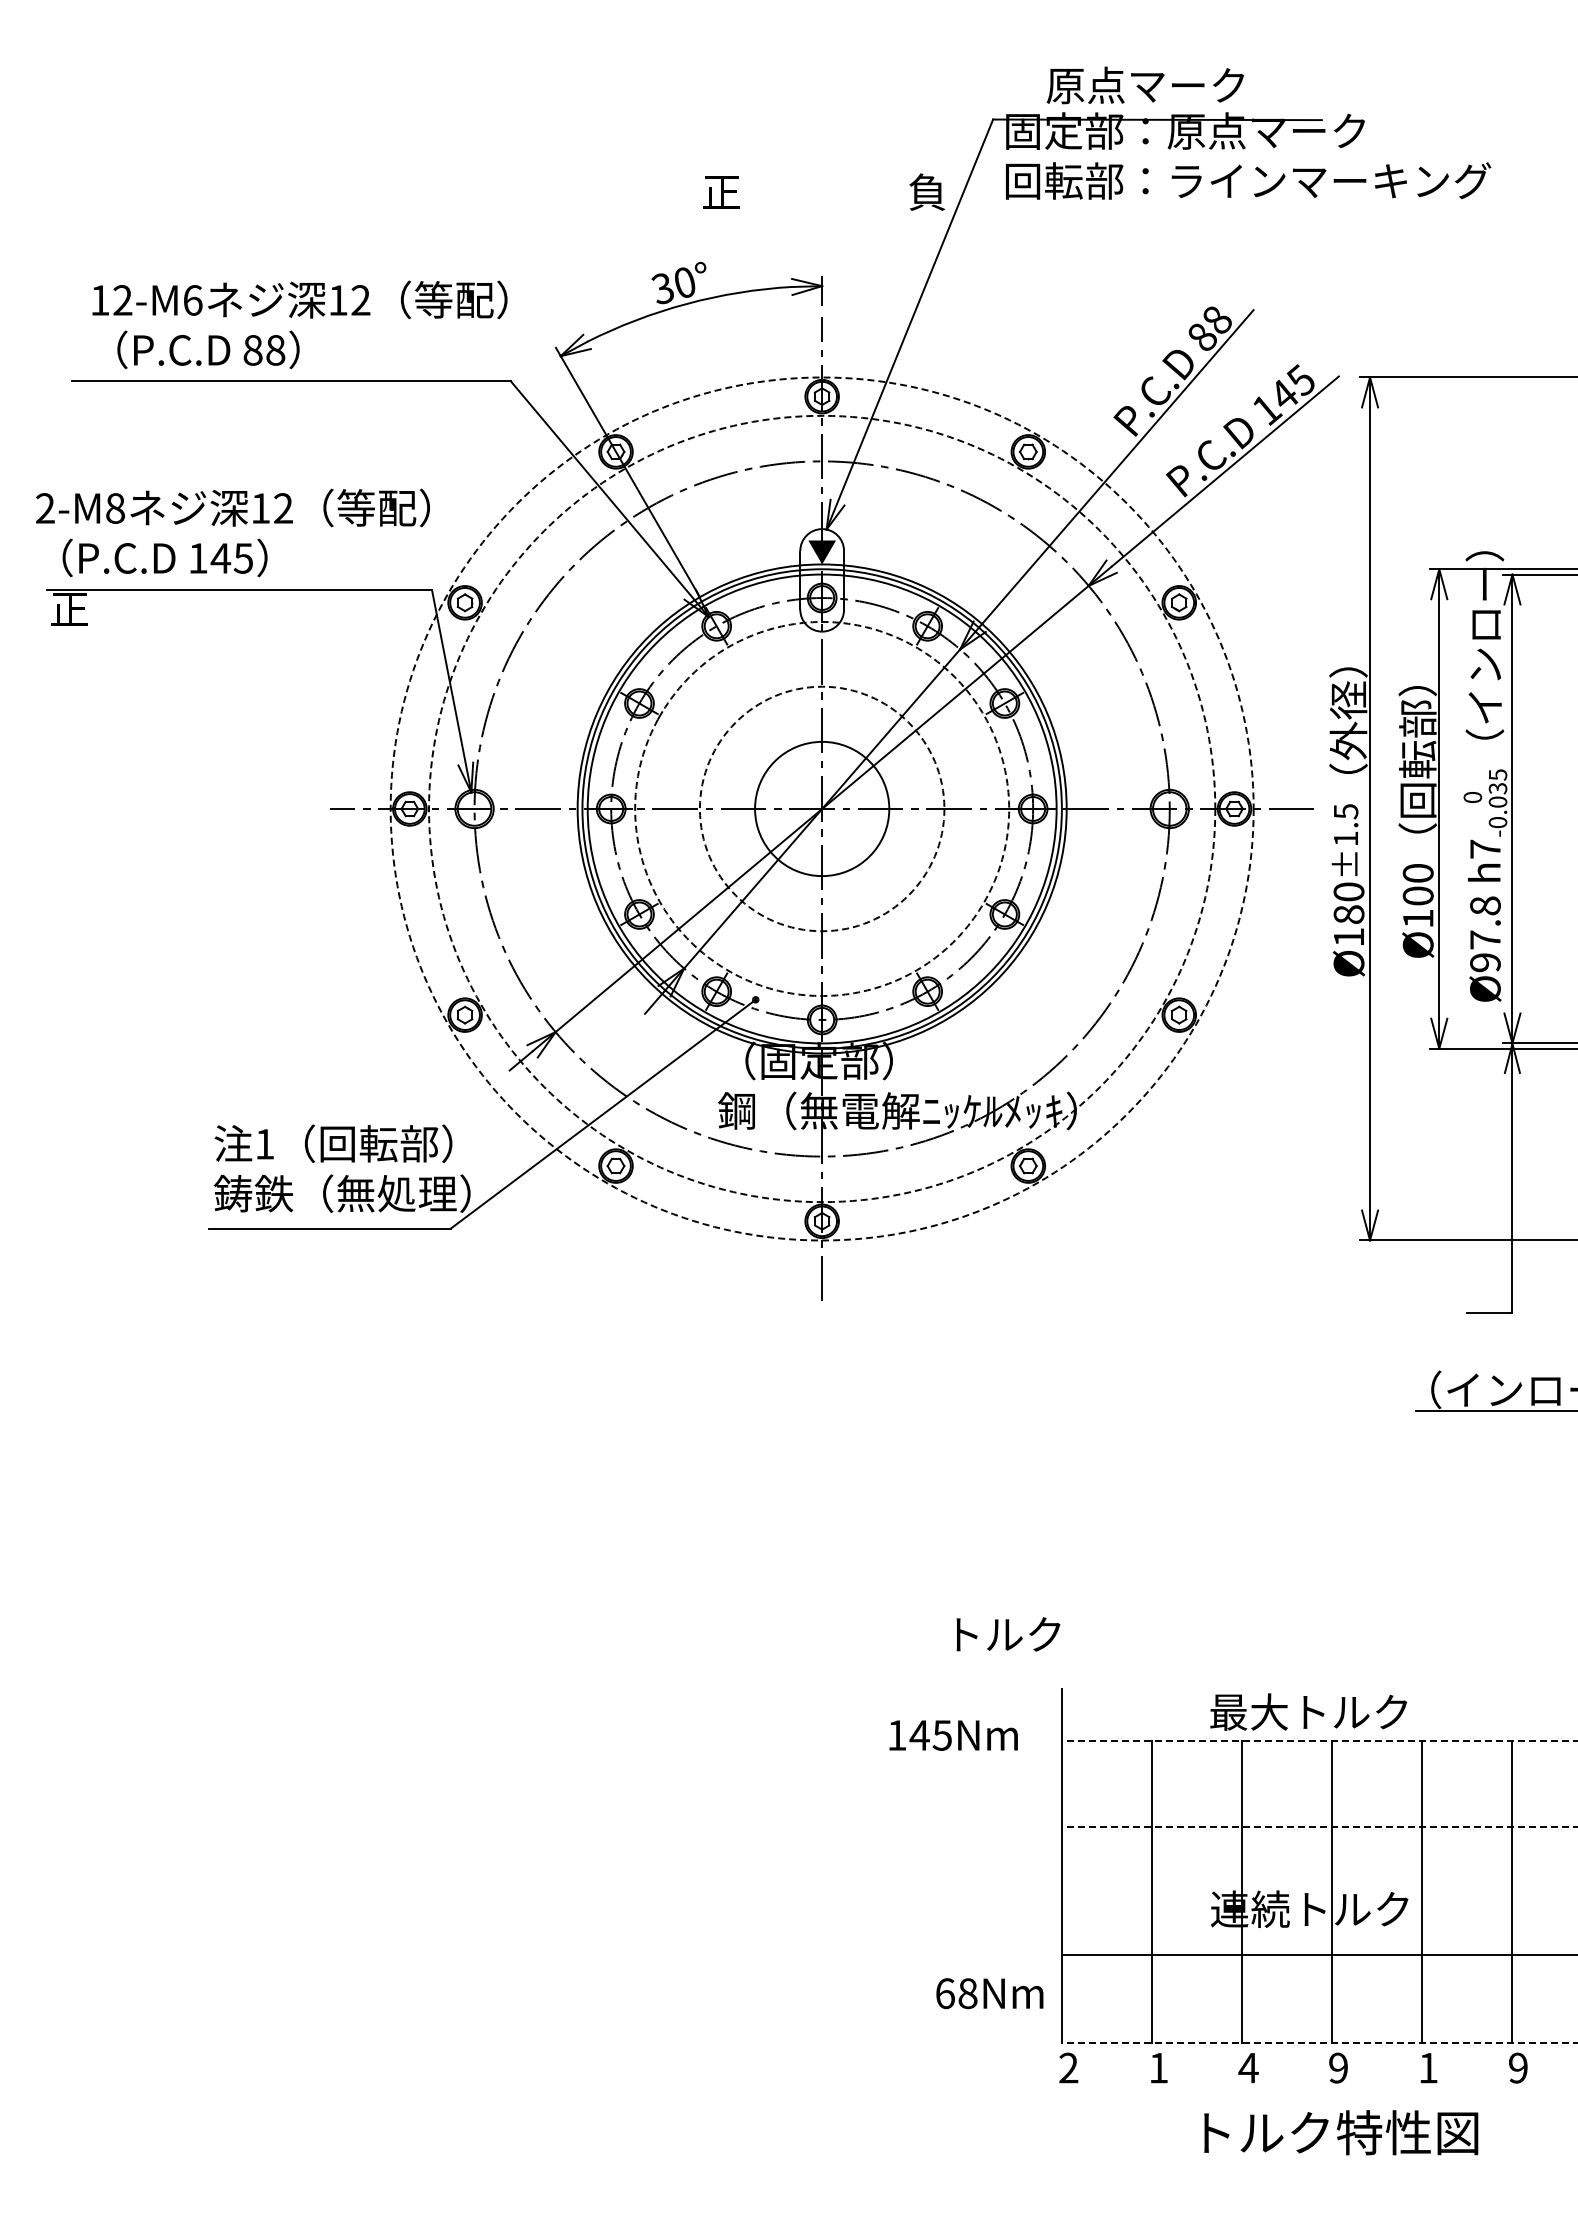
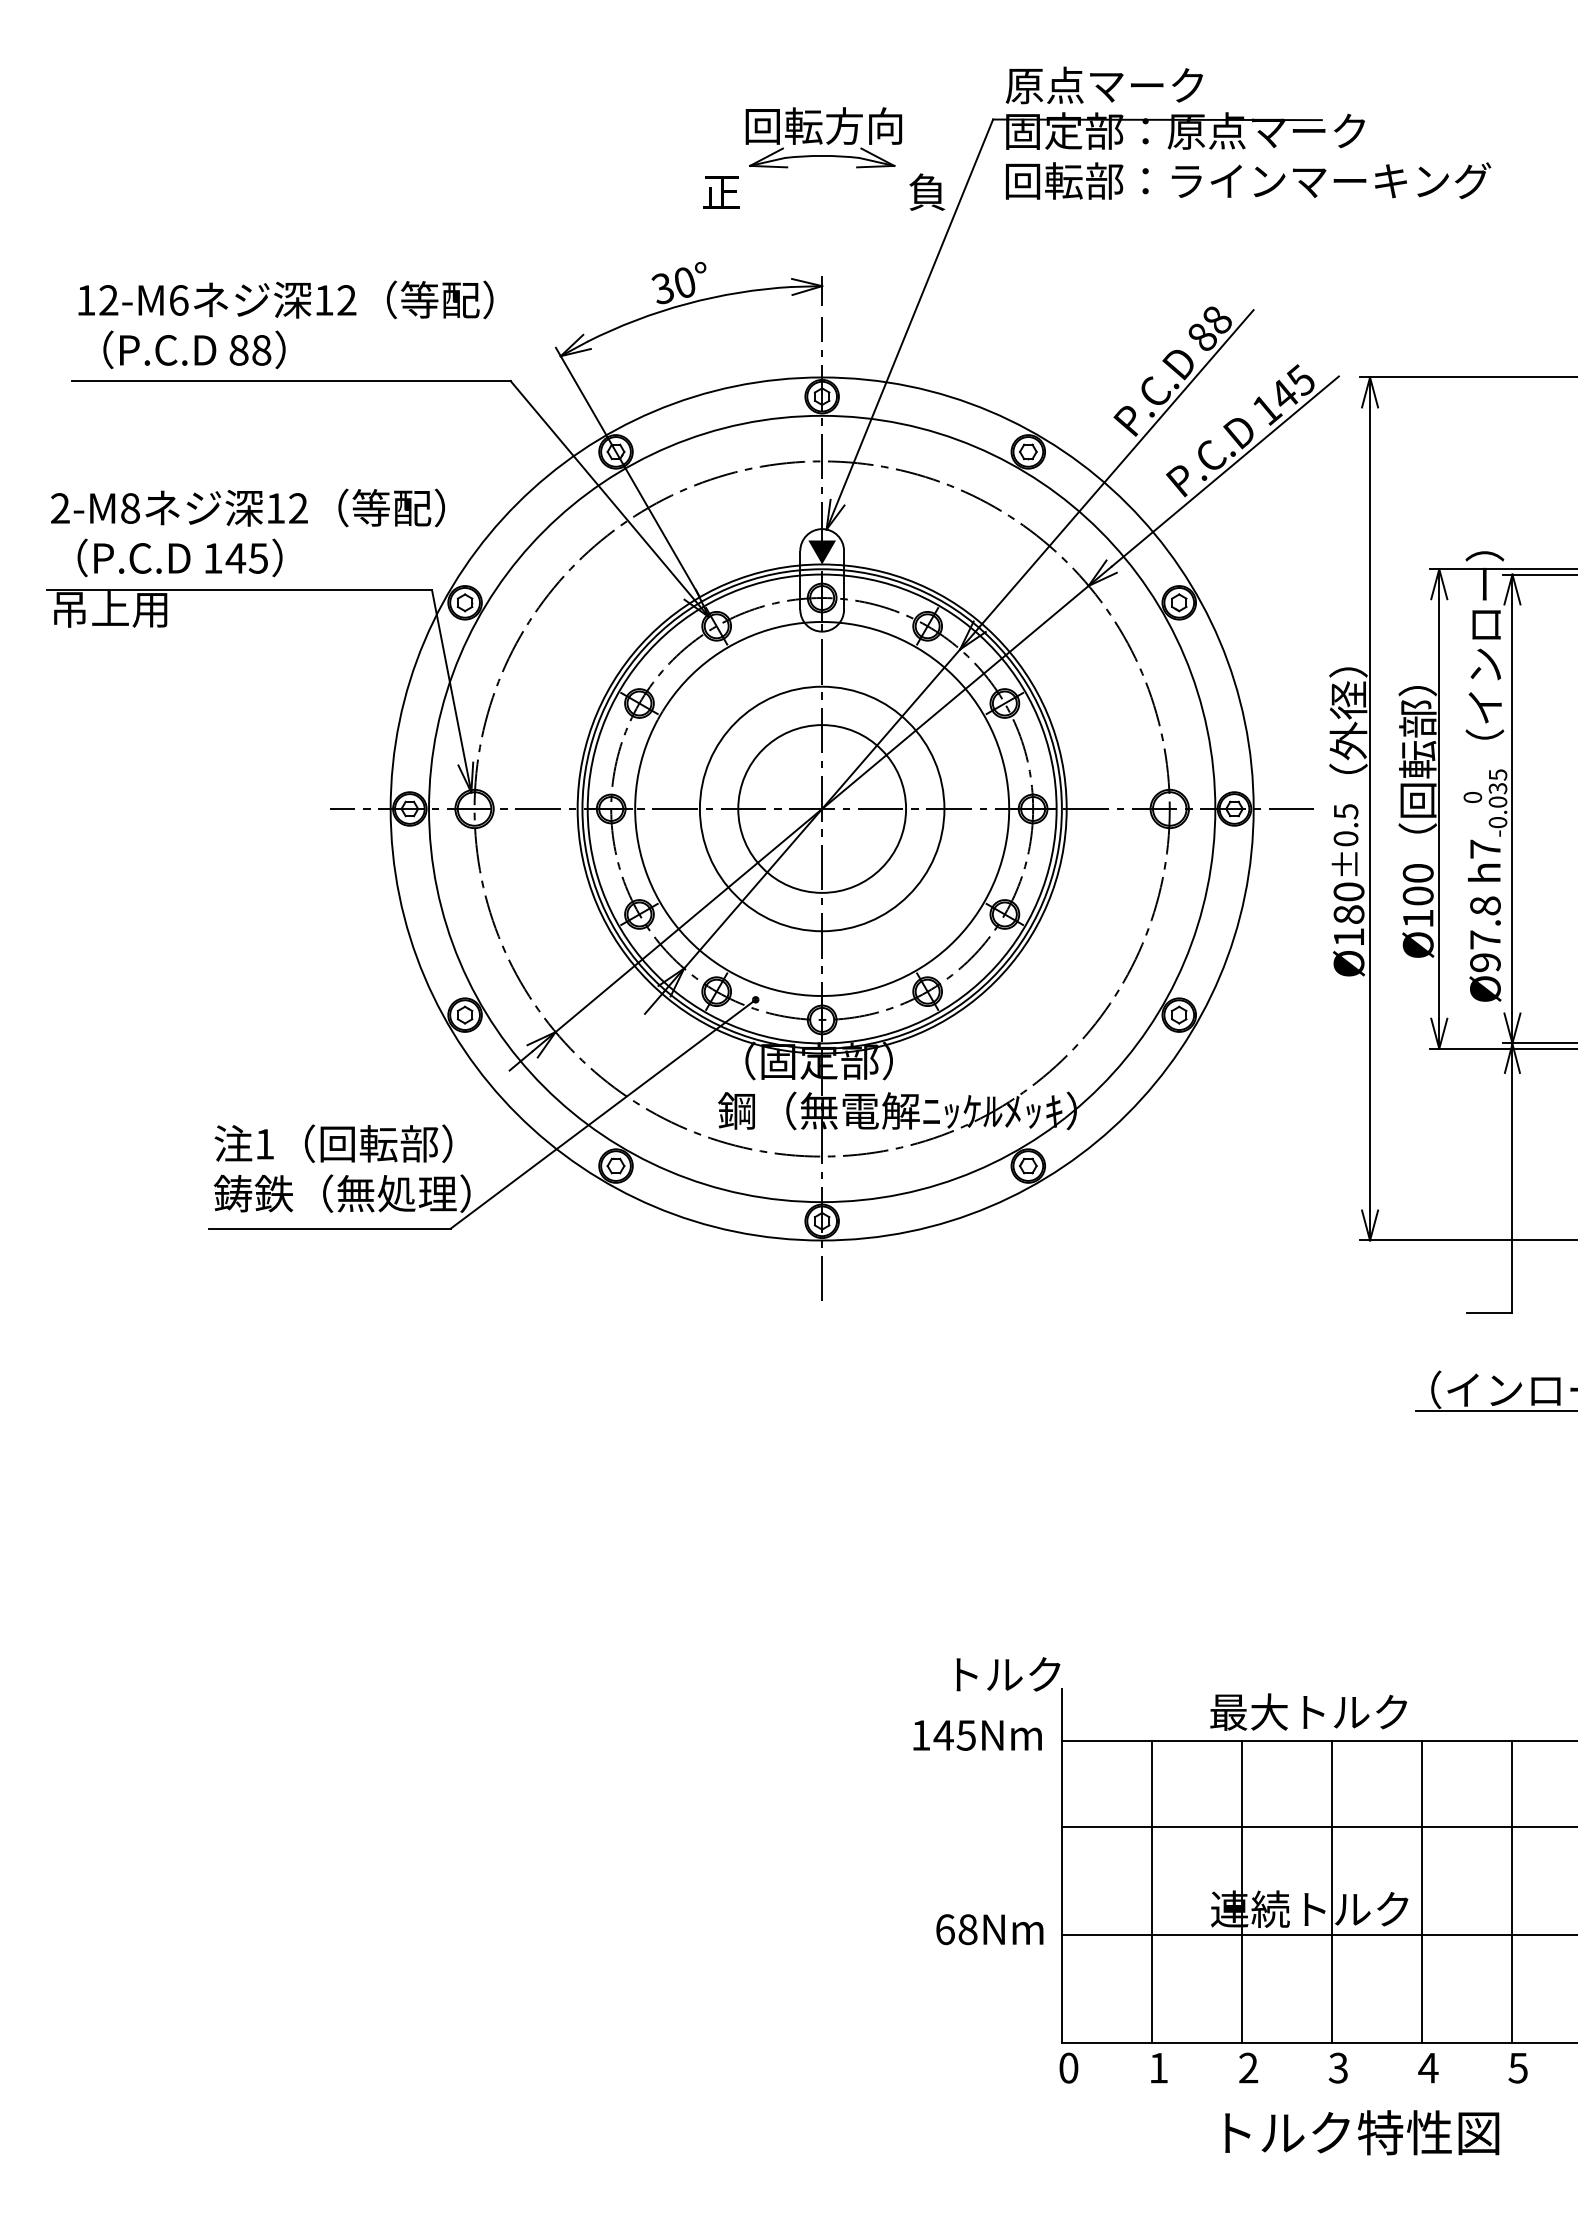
text at (1144, 85) position: (1144, 85) -> (1103, 85)
part at (823, 137): none -> present
text at (299, 324) position: (299, 324) -> (285, 324)
text at (232, 532) position: (232, 532) -> (247, 532)
text at (109, 609): 正 -> 吊上用
circle at (821, 808): dashed -> solid
circle at (821, 808): dashed -> solid
circle at (822, 808) diameter: 134 px -> 168 px
circle at (822, 808): dashed -> solid
text at (1345, 838): ±1.5 -> ±0.5
arc at (984, 902): dashed -> solid
text at (1008, 1634) position: (1008, 1634) -> (1008, 1674)
text at (953, 1735) position: (953, 1735) -> (977, 1735)
line at (1320, 1740): dashed -> solid
line at (1320, 1827): dashed -> solid
line at (1318, 1955) position: (1318, 1955) -> (1318, 1935)
text at (989, 1993) position: (989, 1993) -> (989, 1929)
line at (1320, 2042): dashed -> solid
text at (1068, 2067): 2 -> 0
text at (1248, 2067): 4 -> 2
text at (1337, 2067): 9 -> 3
text at (1517, 2067): 9 -> 5
text at (1428, 2068): 1 -> 4
text at (1341, 2132) position: (1341, 2132) -> (1362, 2132)
